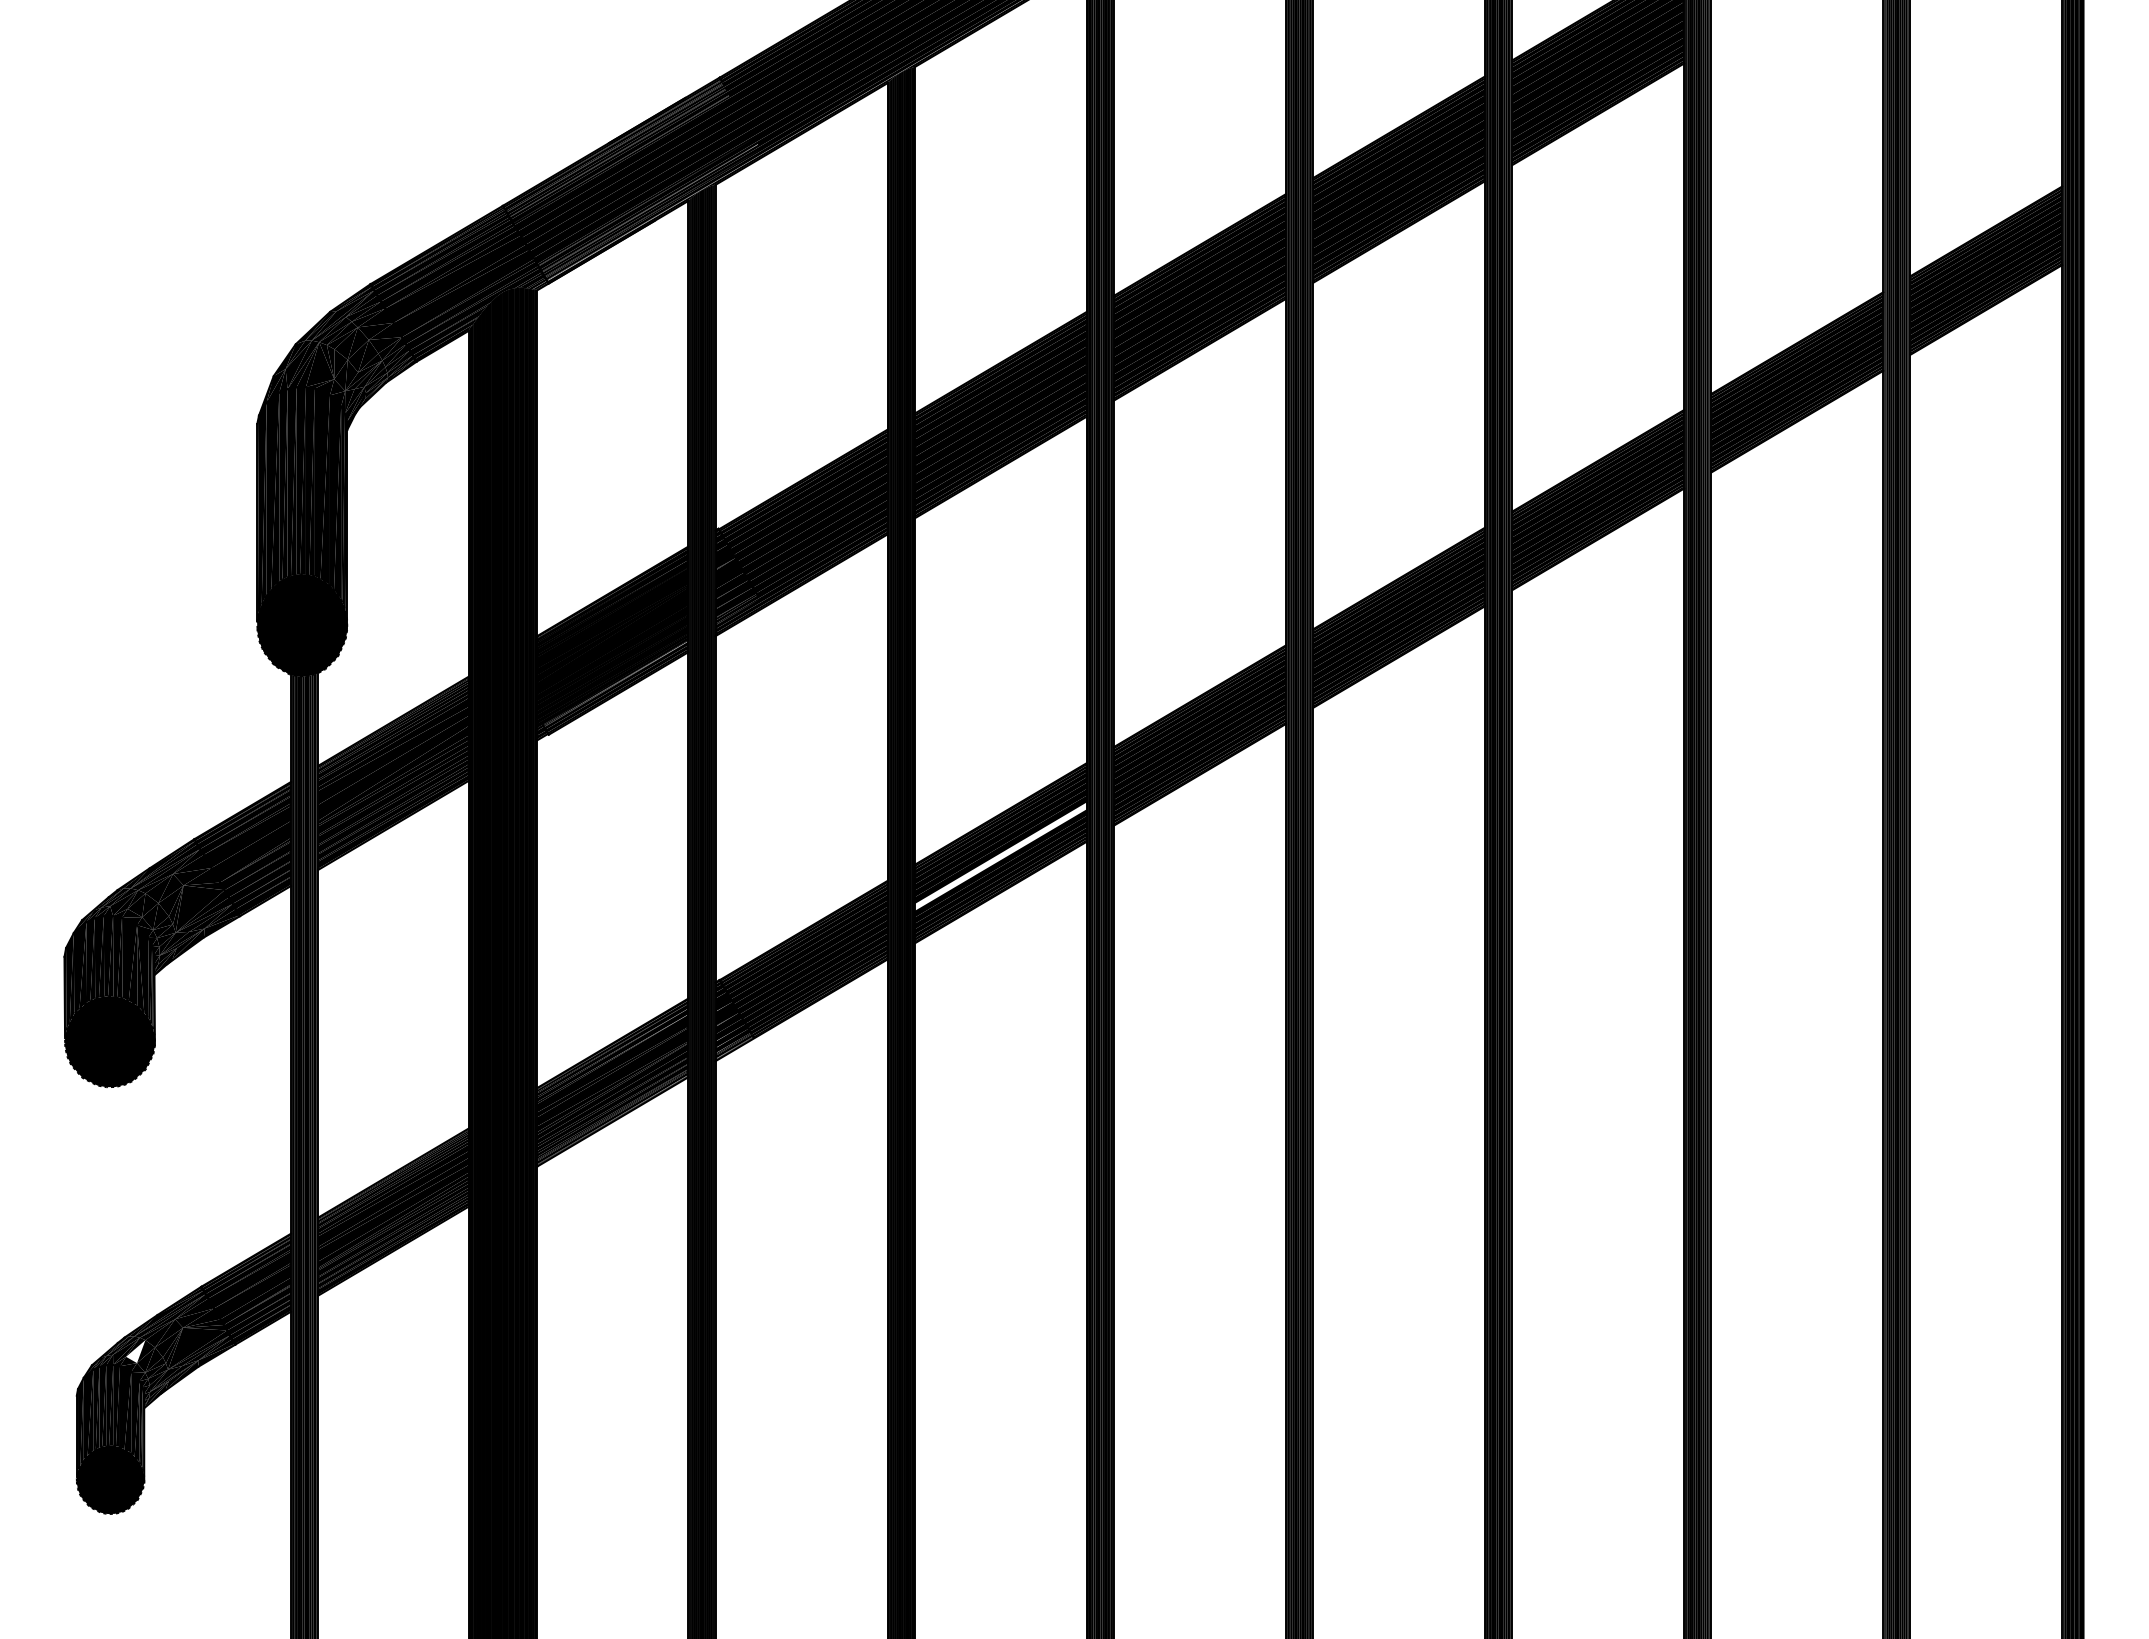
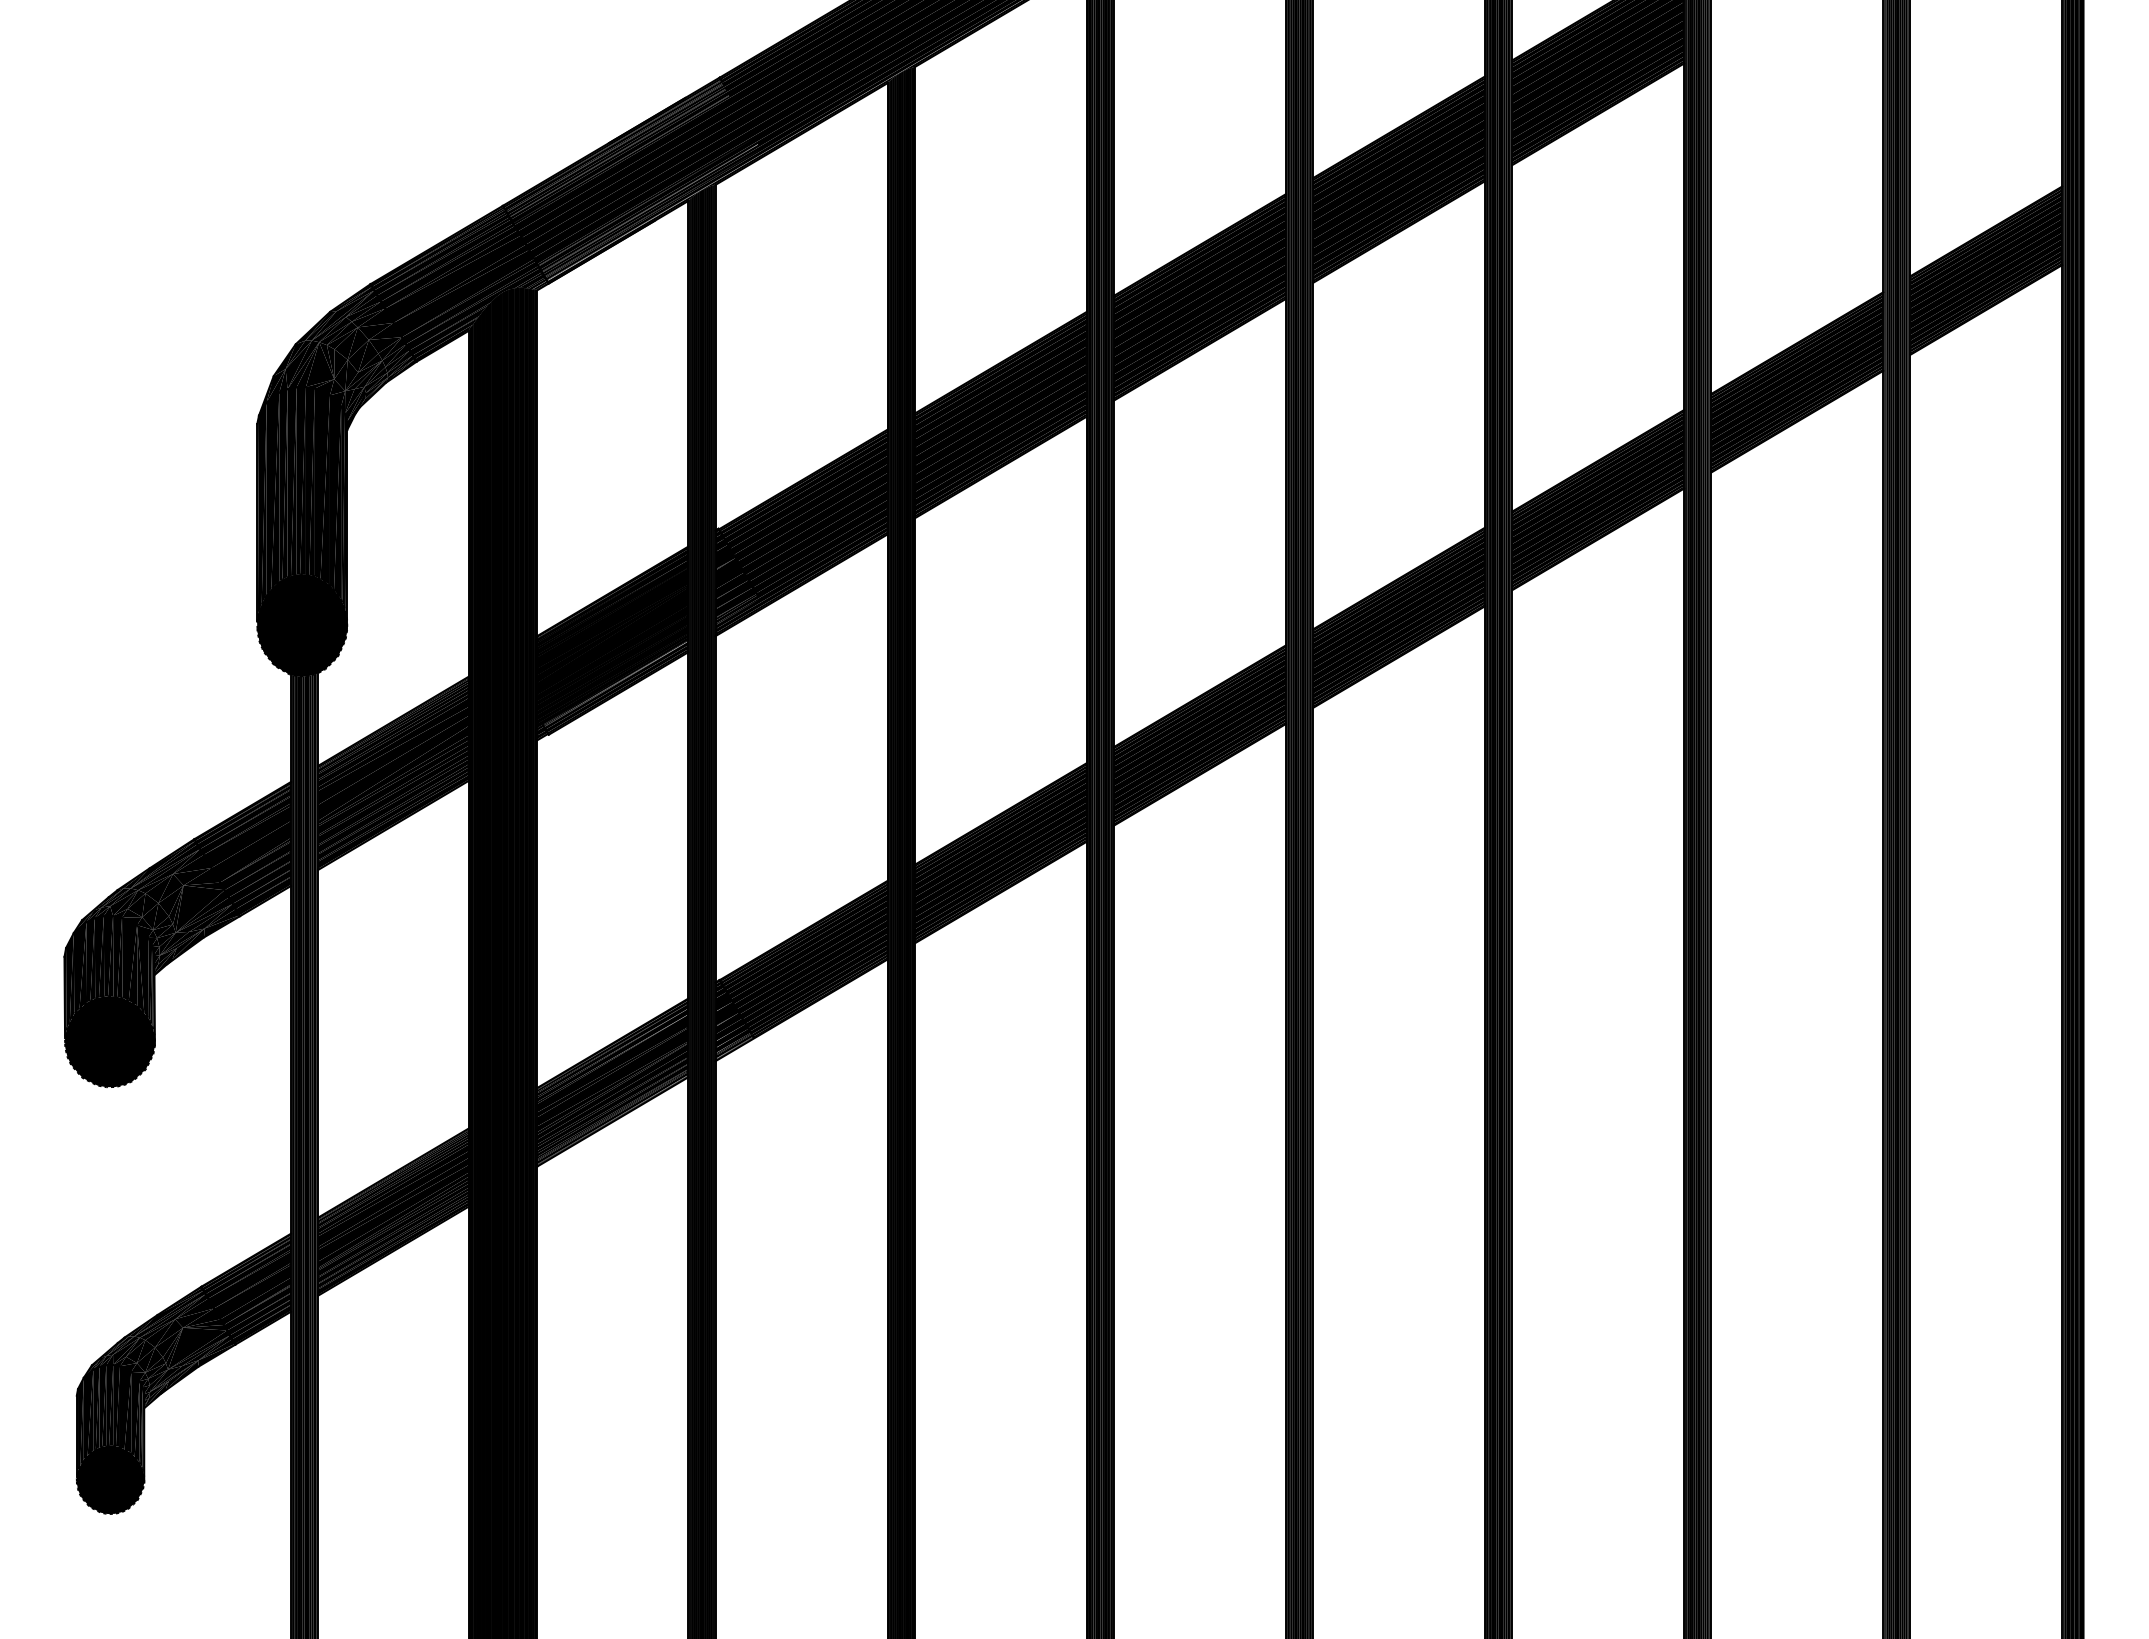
fill at (1000, 856): none -> present
fill at (135, 1351): none -> present
